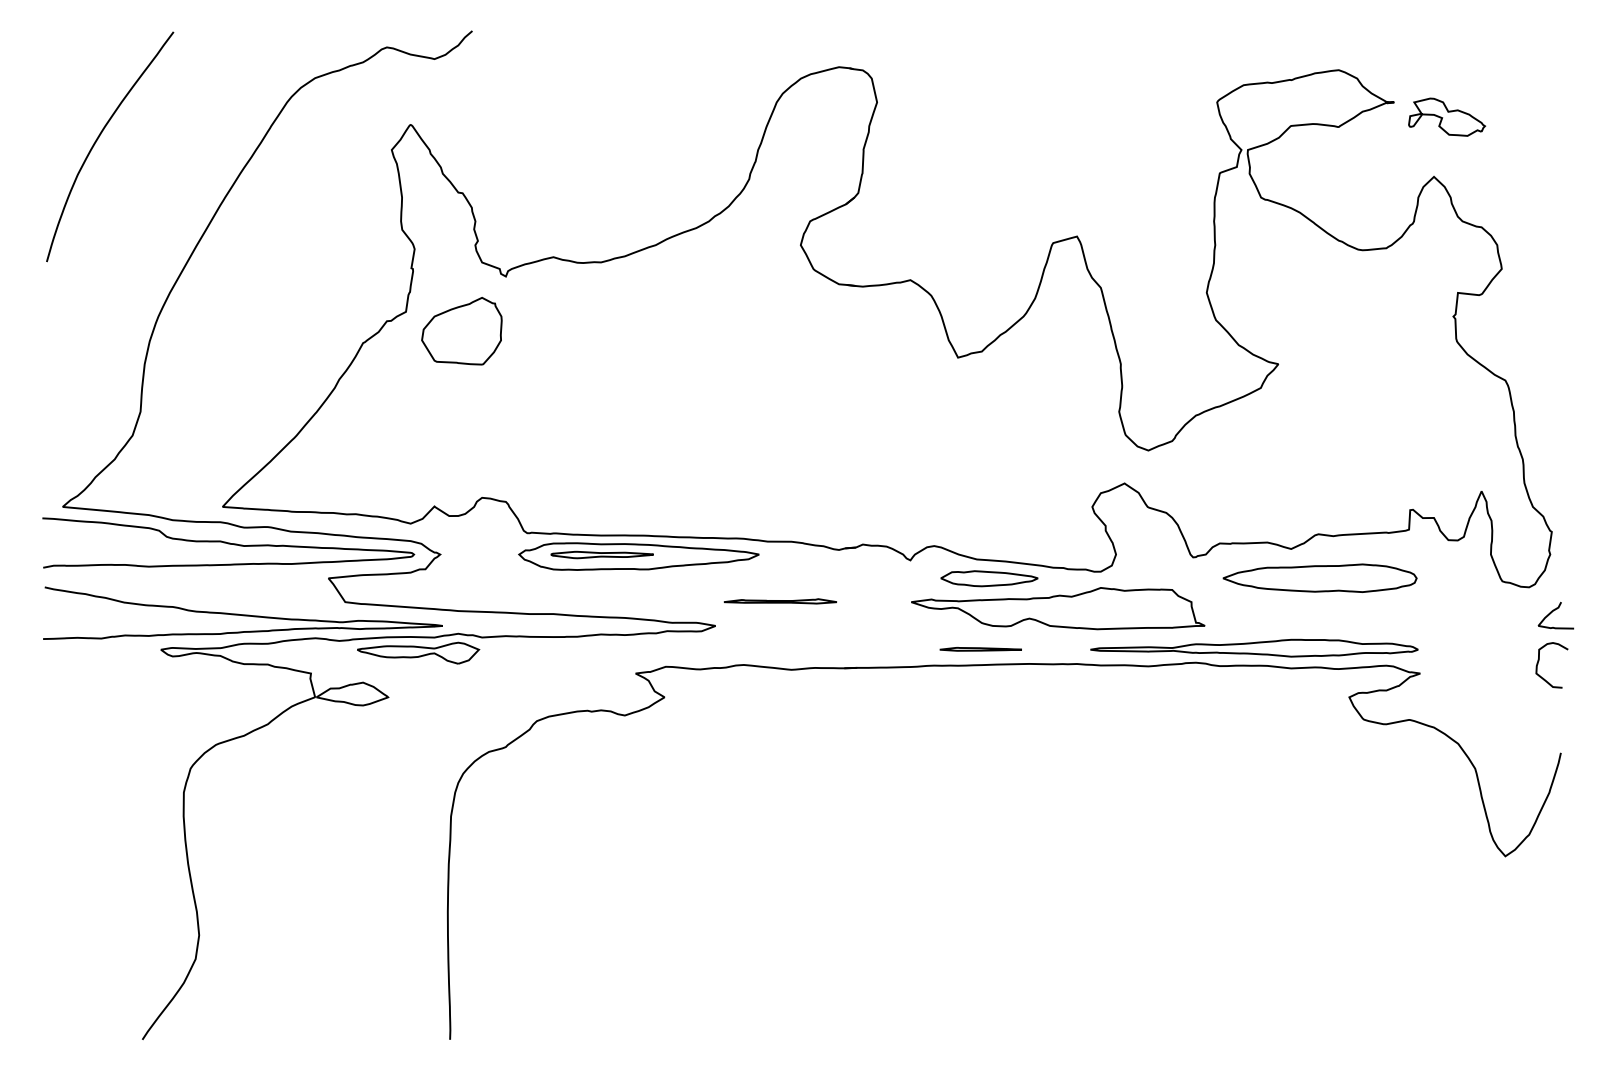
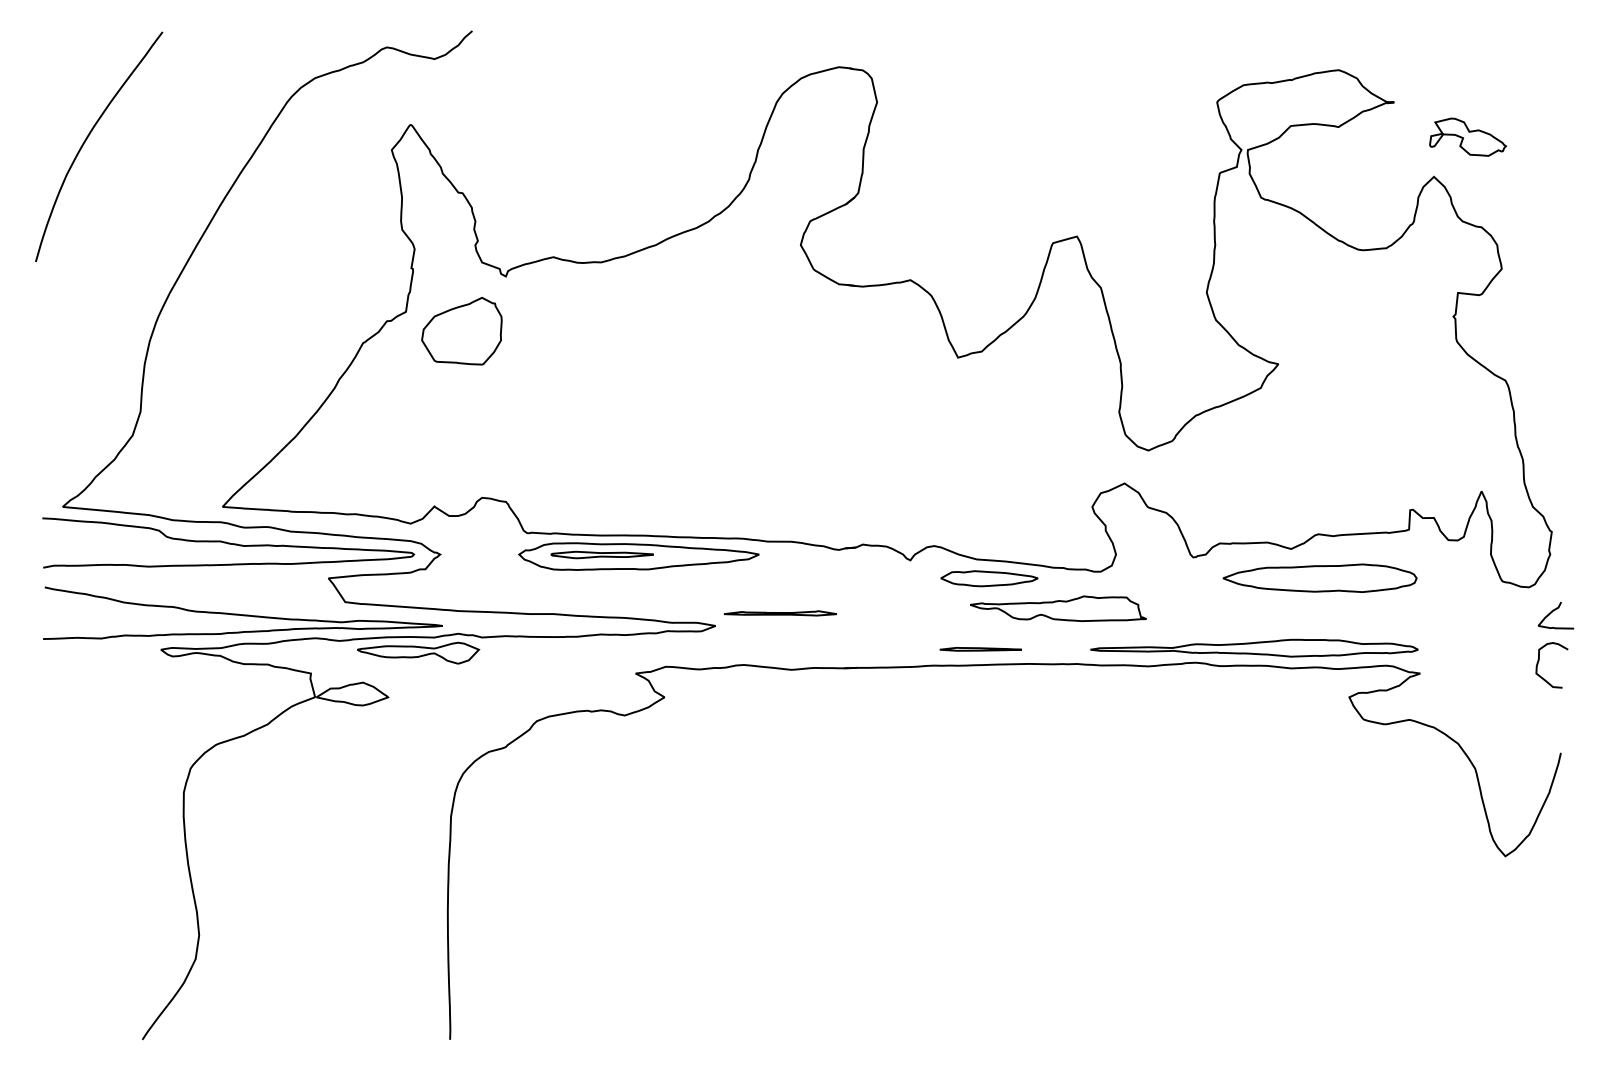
part at (1447, 116) position: (1447, 116) -> (1468, 136)
curve at (98, 139) position: (98, 139) -> (87, 139)
part at (779, 601) position: (779, 601) -> (779, 613)
part at (1058, 608) size: 295x44 px -> 177x27 px
